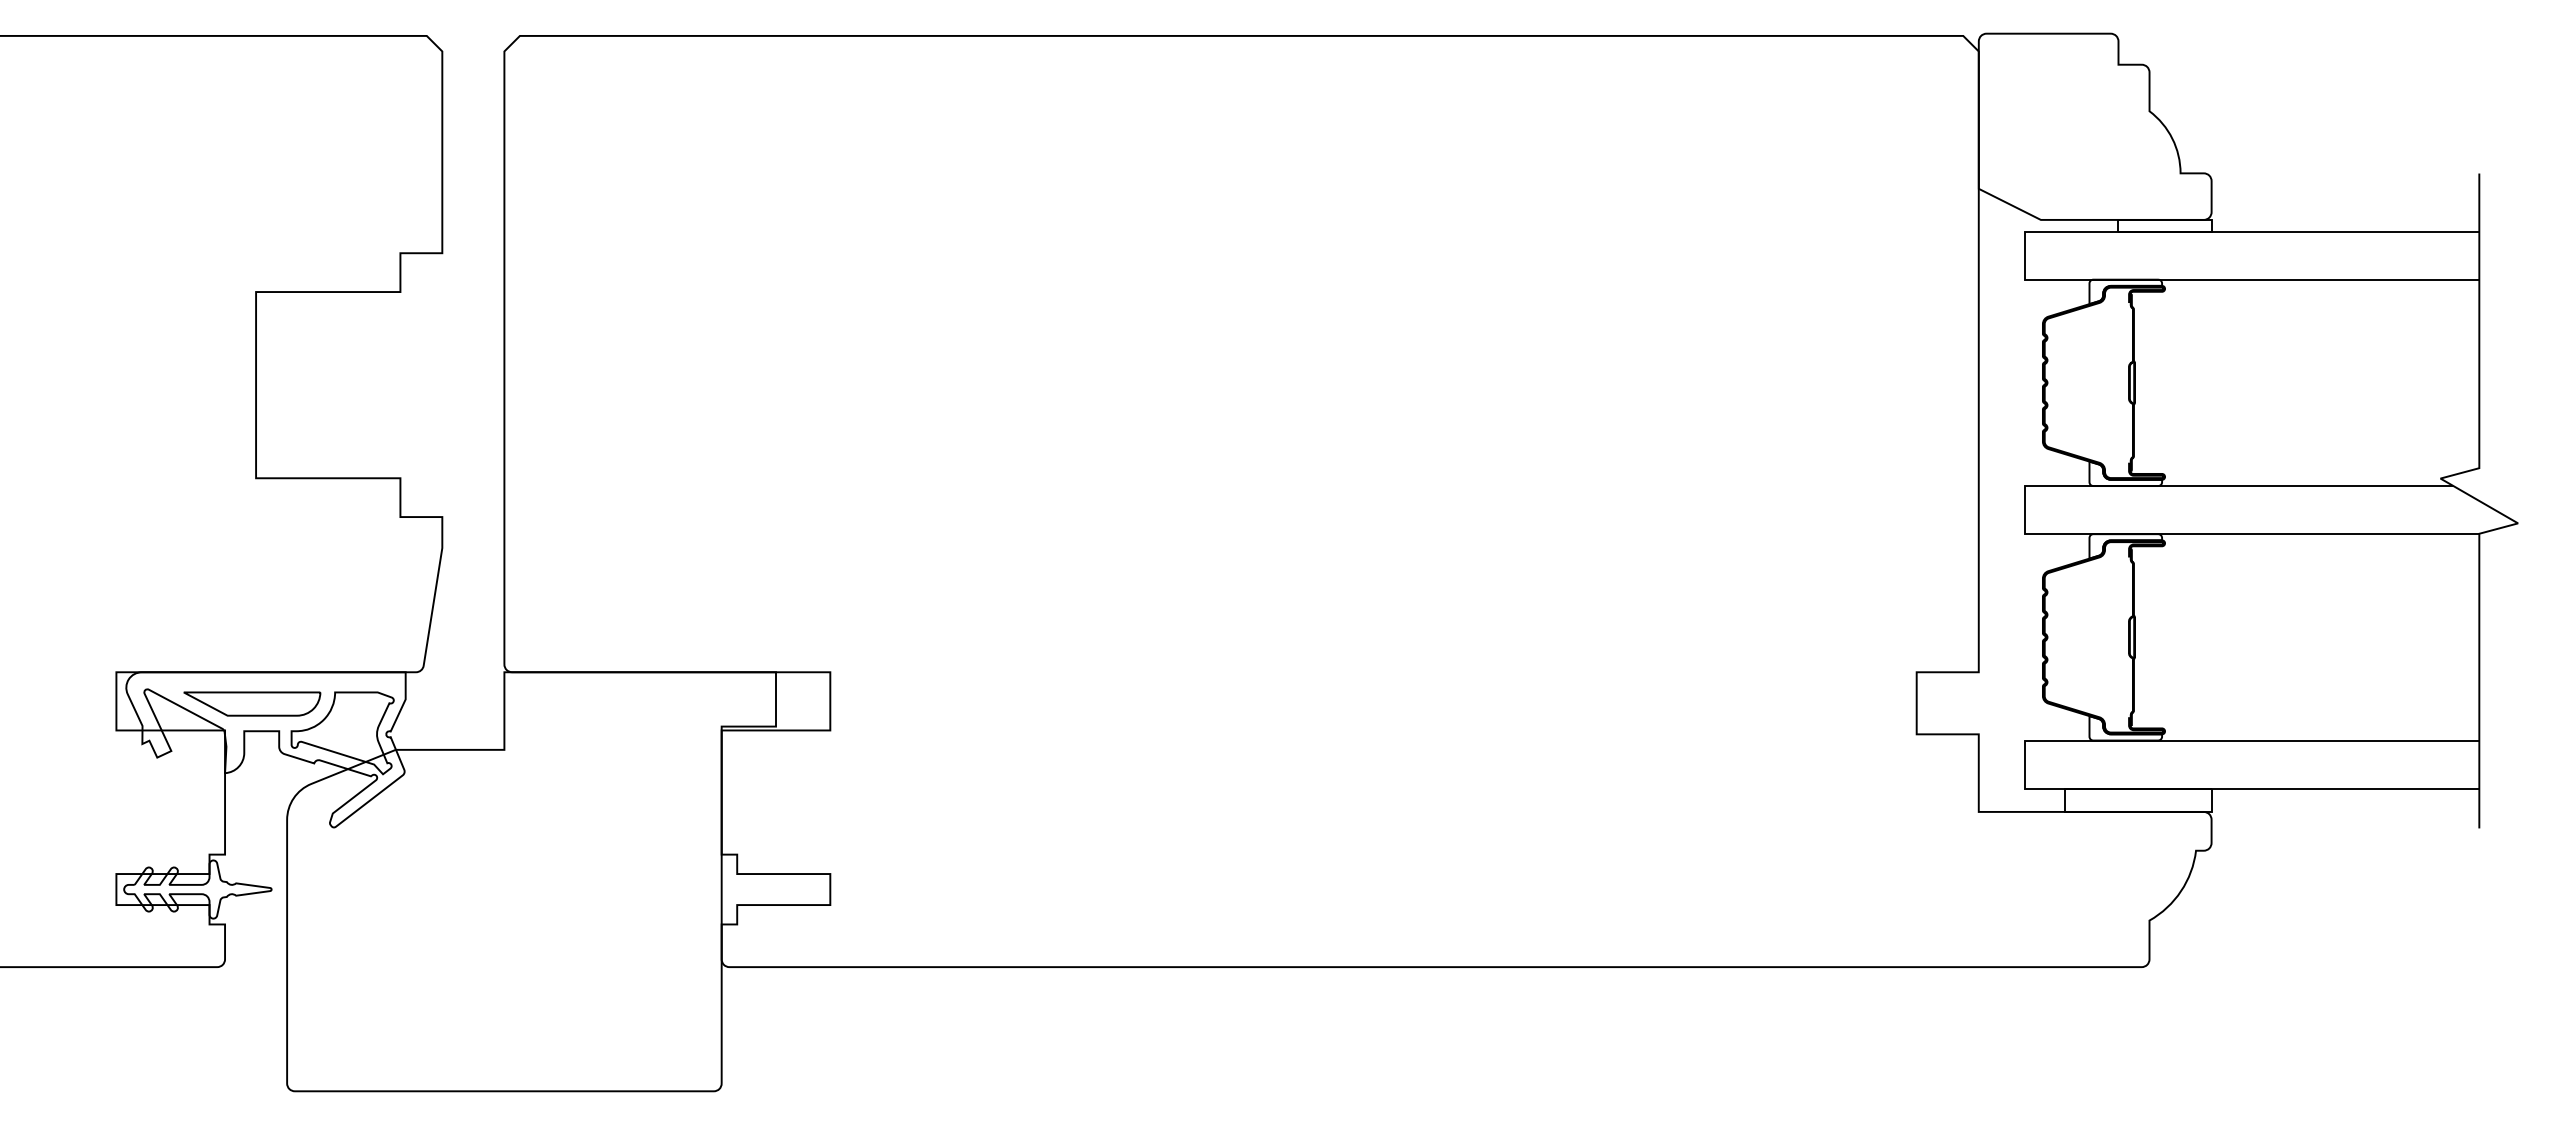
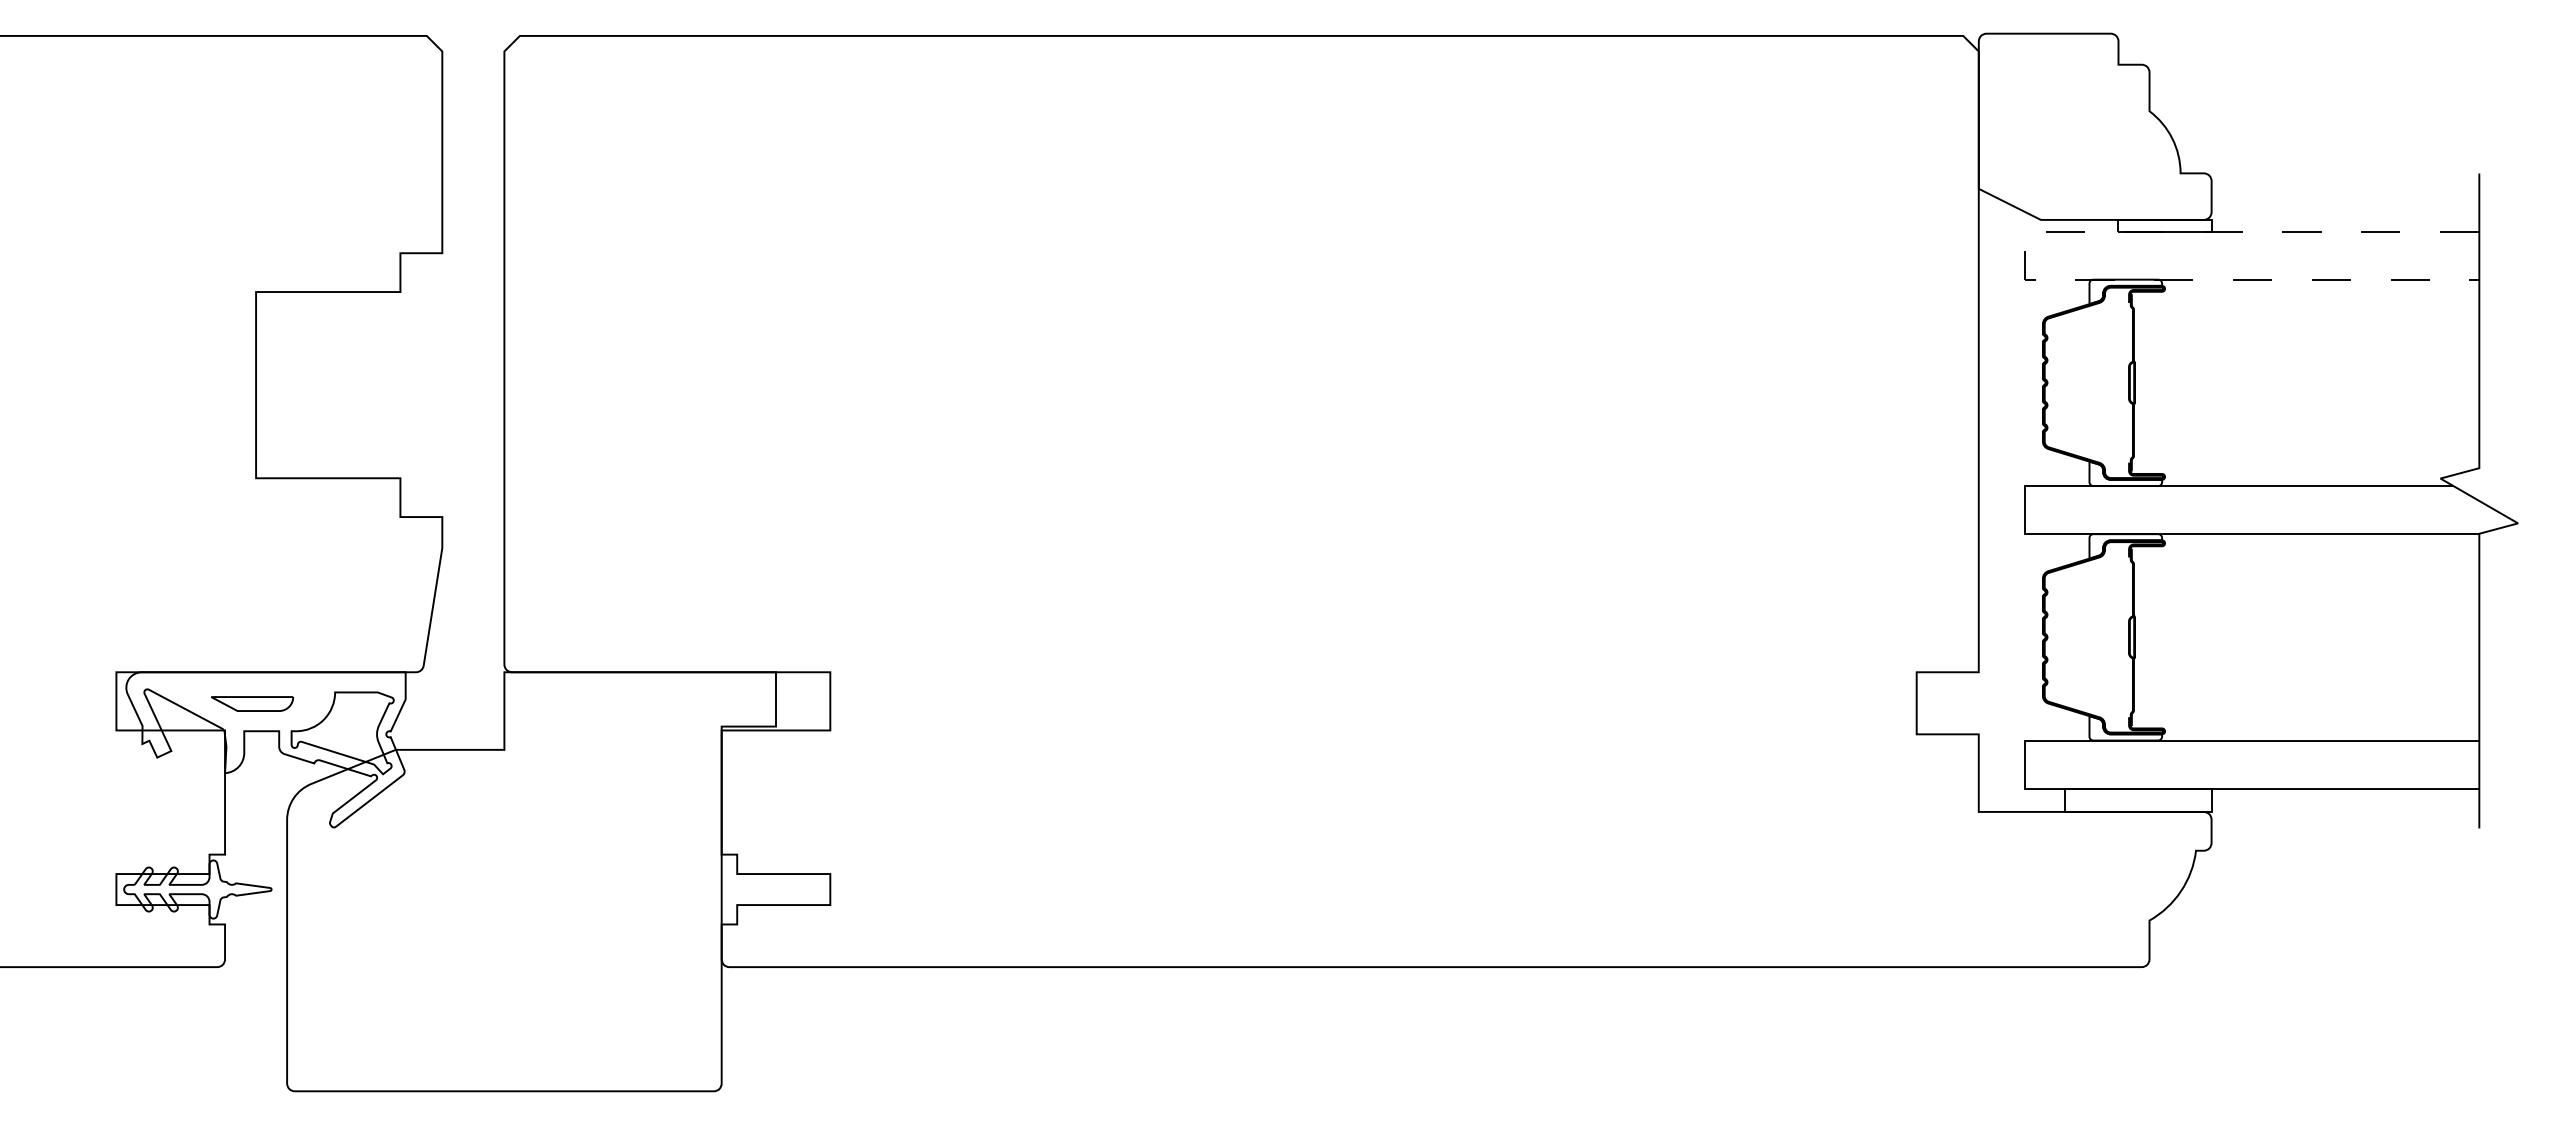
line at (2025, 256): solid -> dashed
part at (252, 703) size: 139x26 px -> 84x16 px
